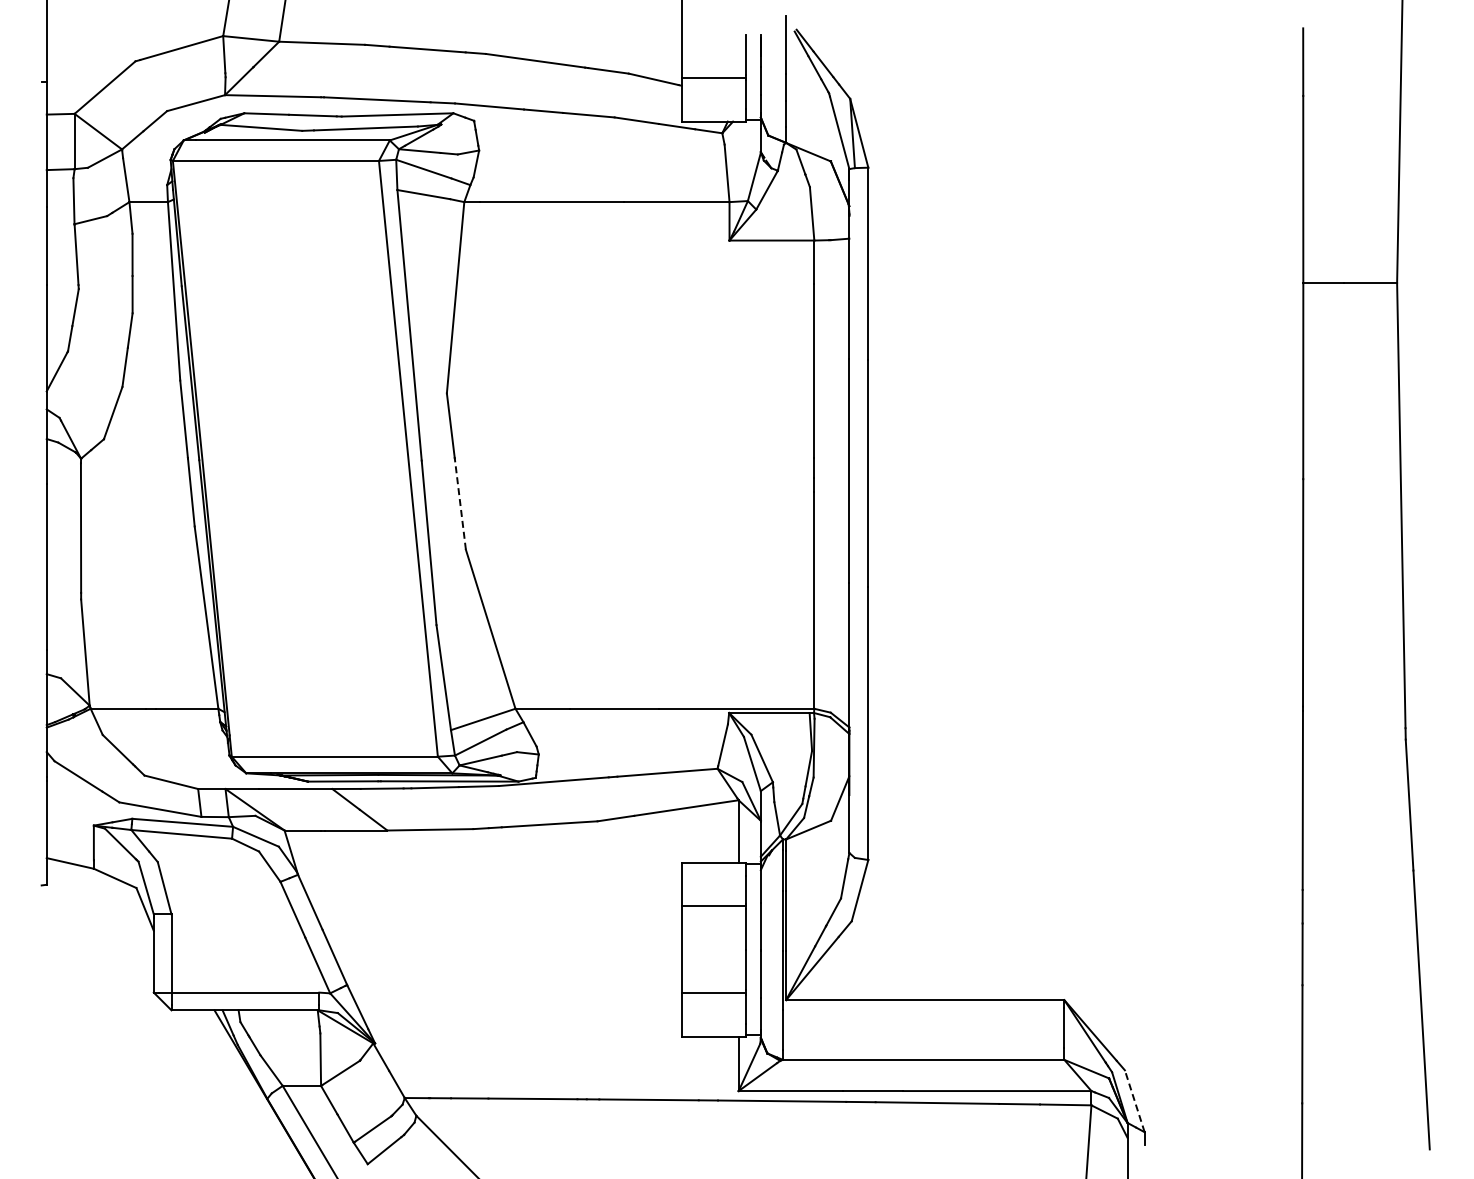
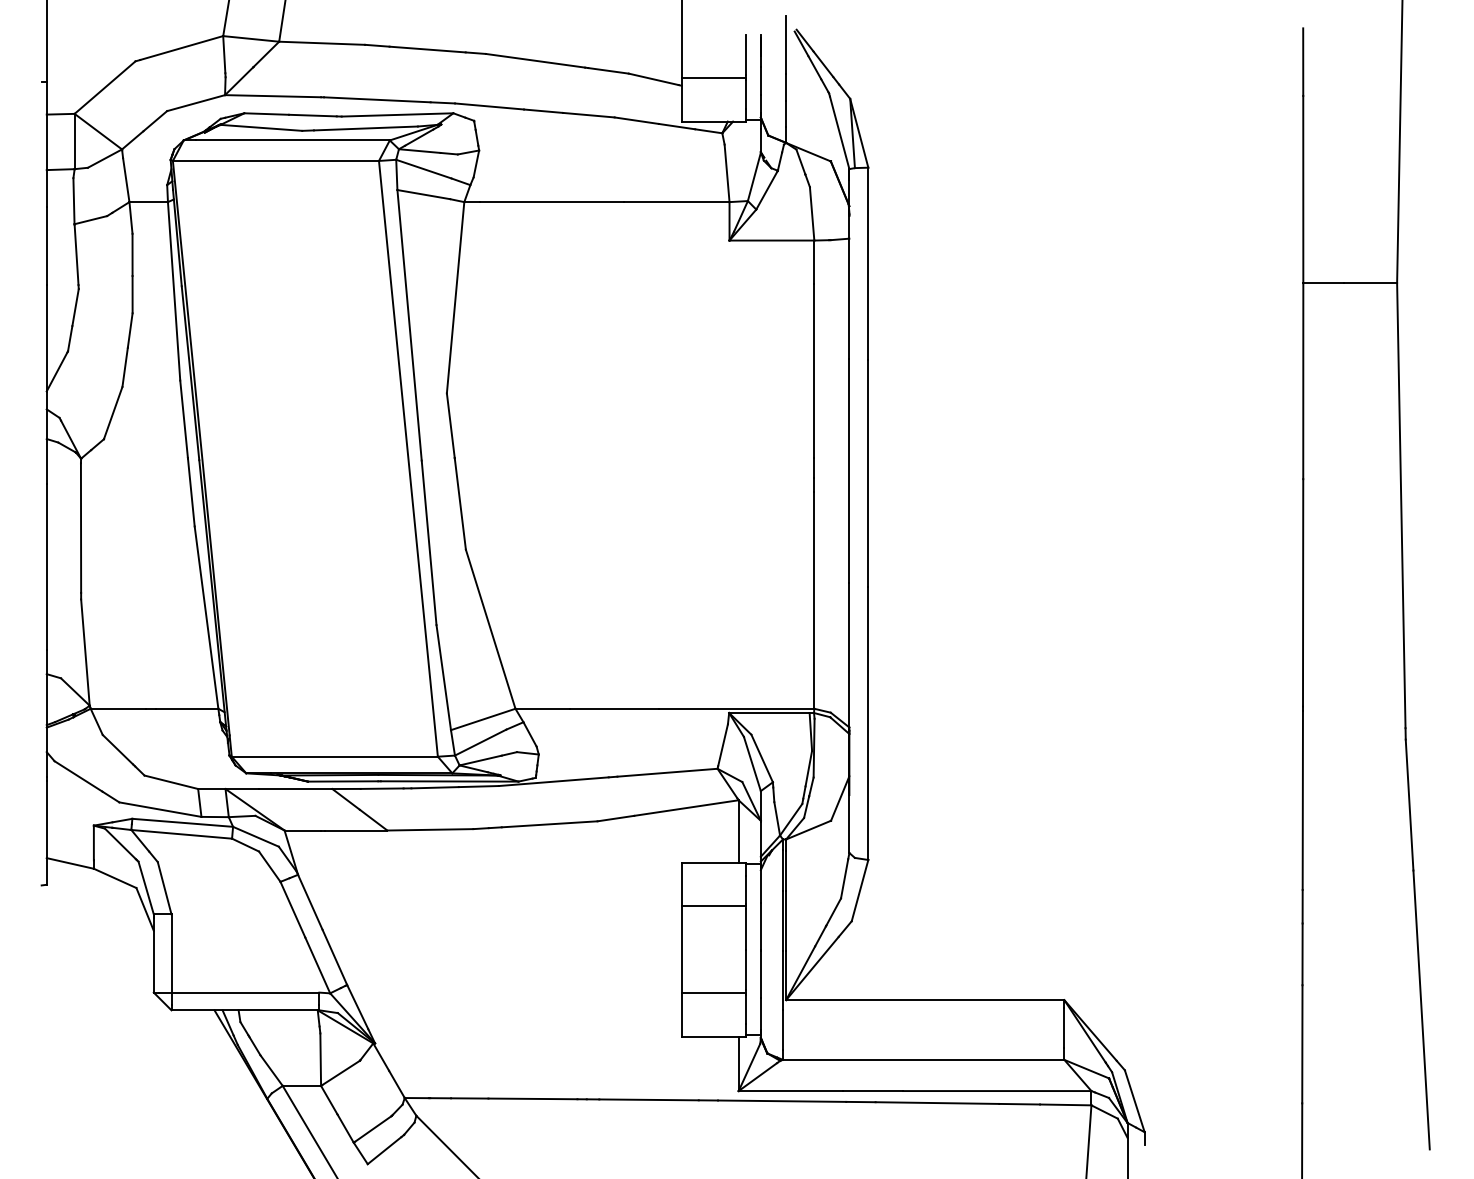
line at (460, 504): dashed -> solid
line at (1134, 1101): dashed -> solid
